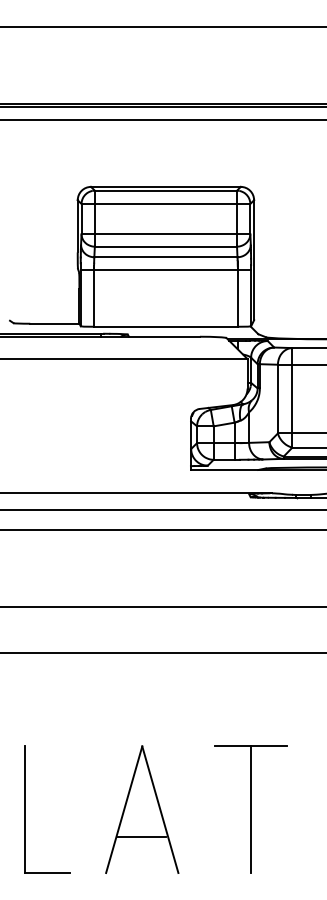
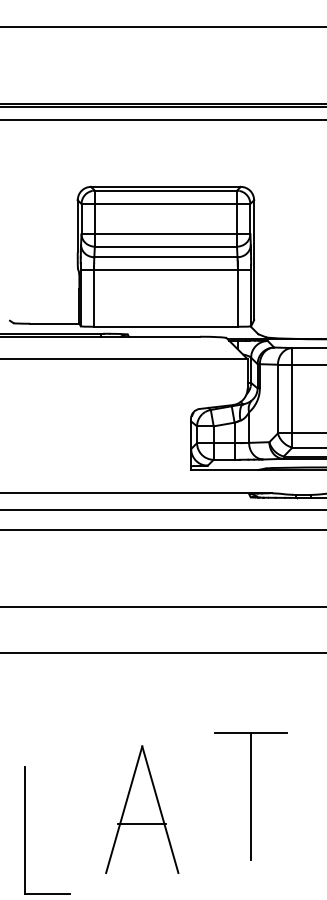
part at (25, 809) position: (25, 809) -> (25, 830)
part at (250, 809) position: (250, 809) -> (250, 796)
line at (142, 836) position: (142, 836) -> (142, 823)
